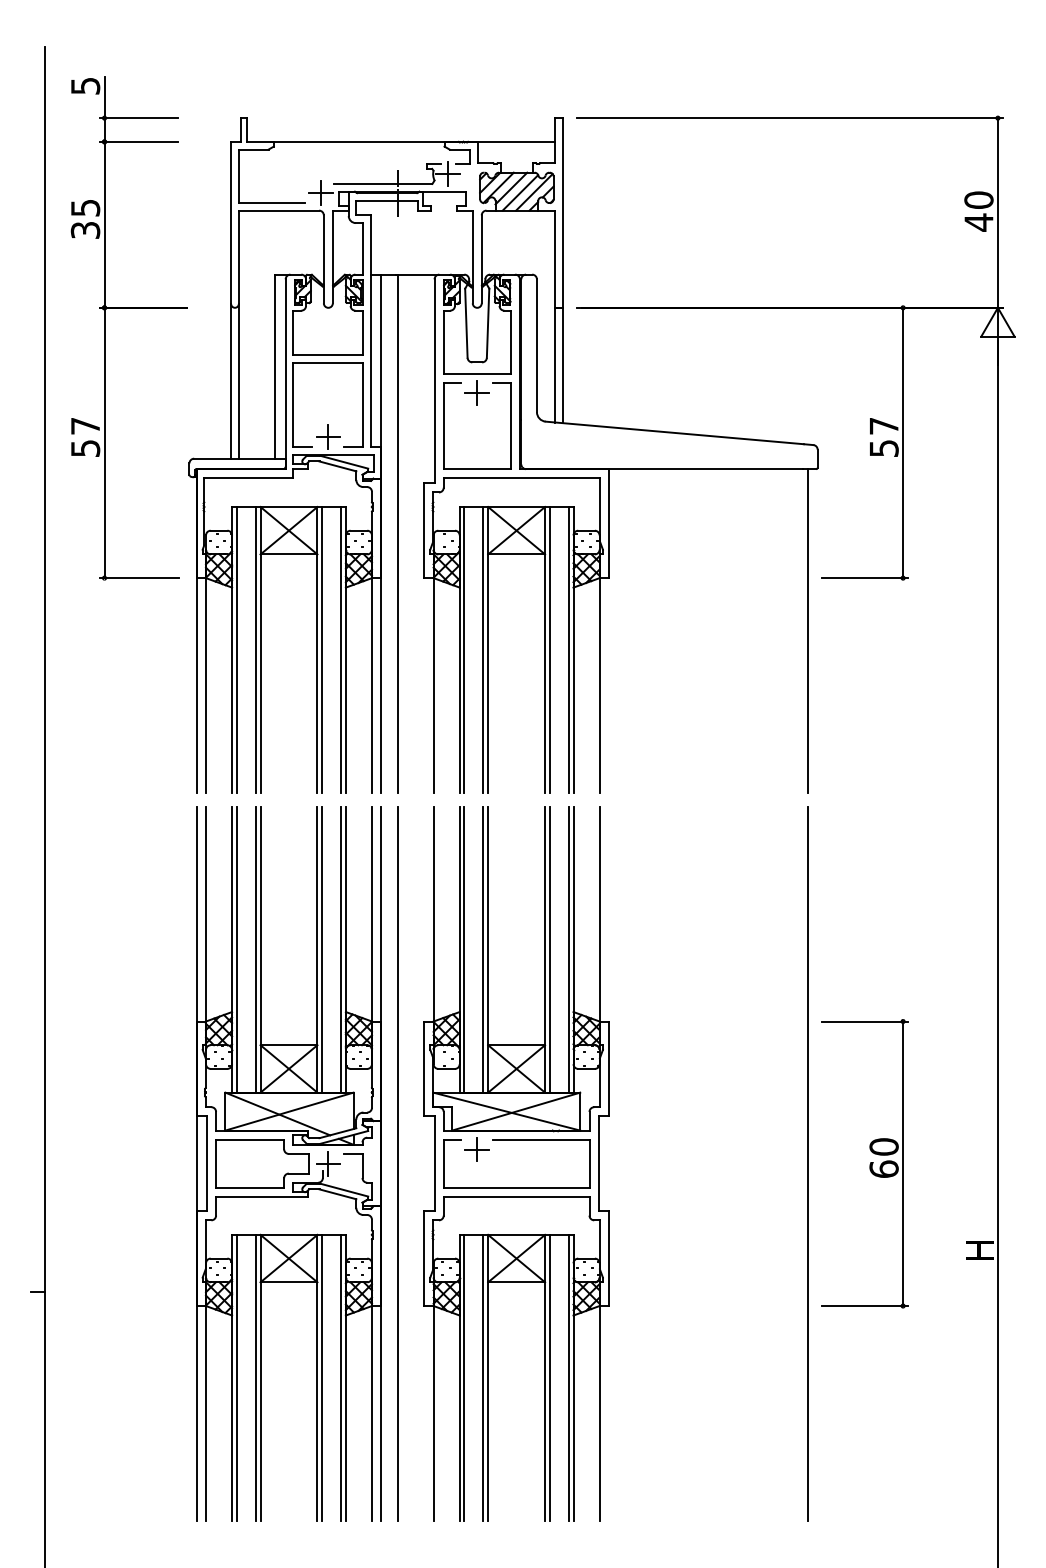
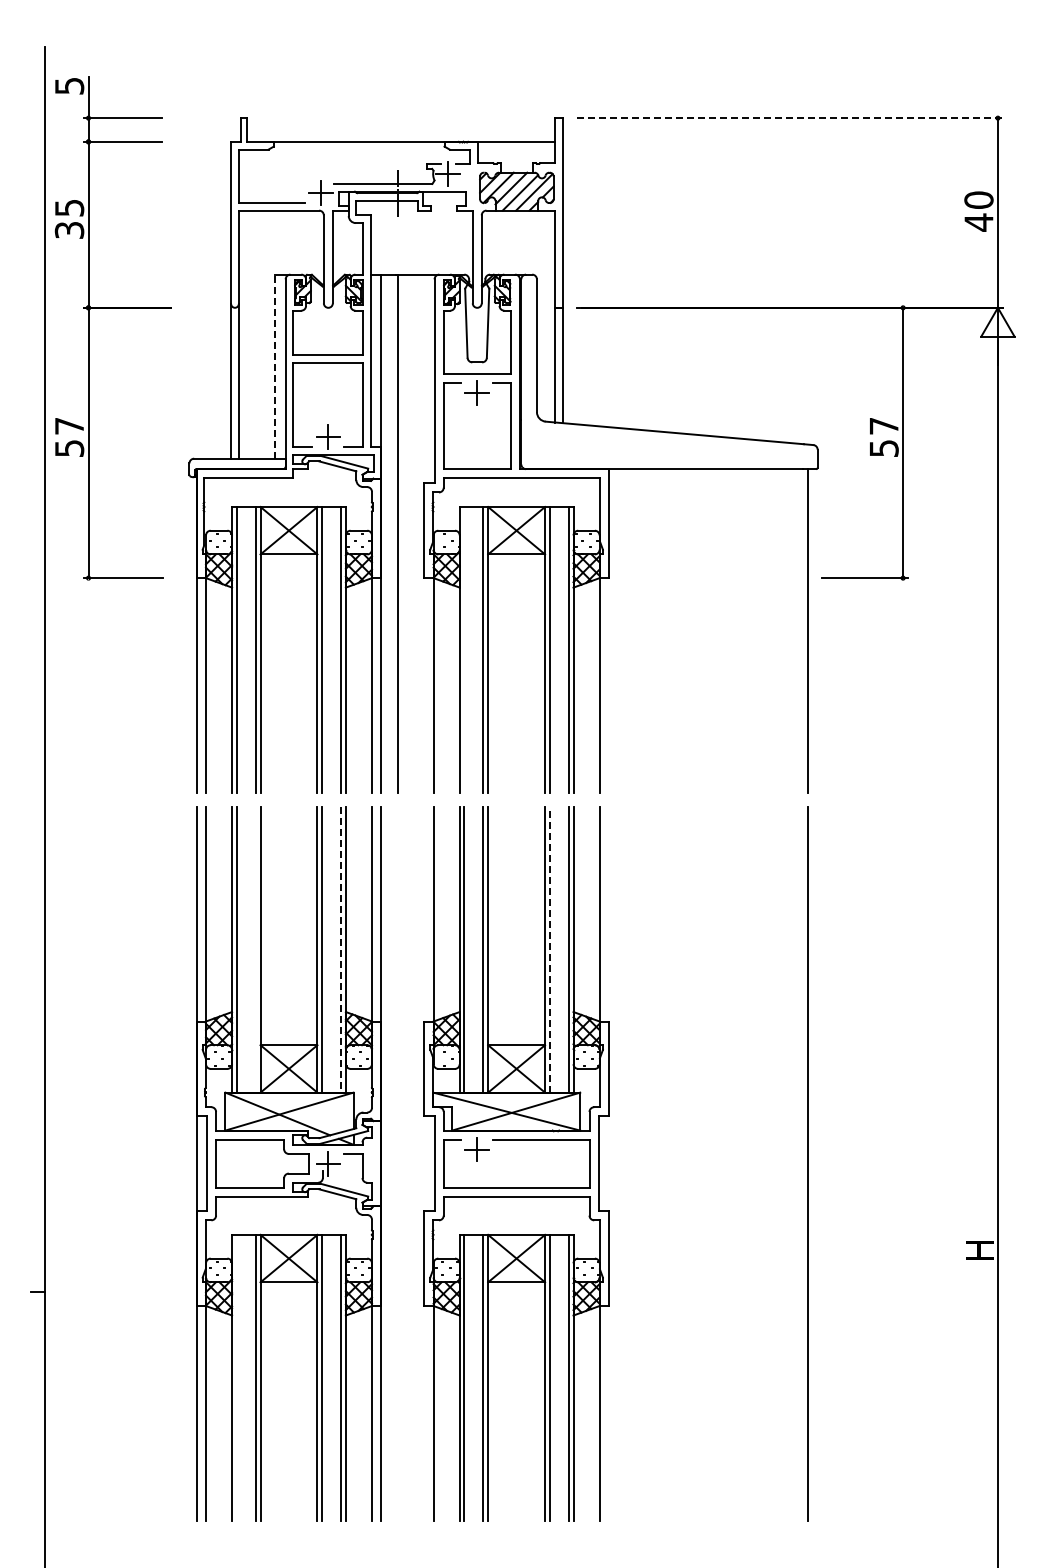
line at (789, 118): solid -> dashed
part at (128, 308) position: (128, 308) -> (112, 308)
line at (275, 366): solid -> dashed
line at (464, 649): present -> none
line at (255, 949): present -> none
line at (341, 949): solid -> dashed
line at (549, 949): solid -> dashed
line at (398, 1163): present -> none
part at (864, 1163): present -> none
line at (236, 1377): present -> none
